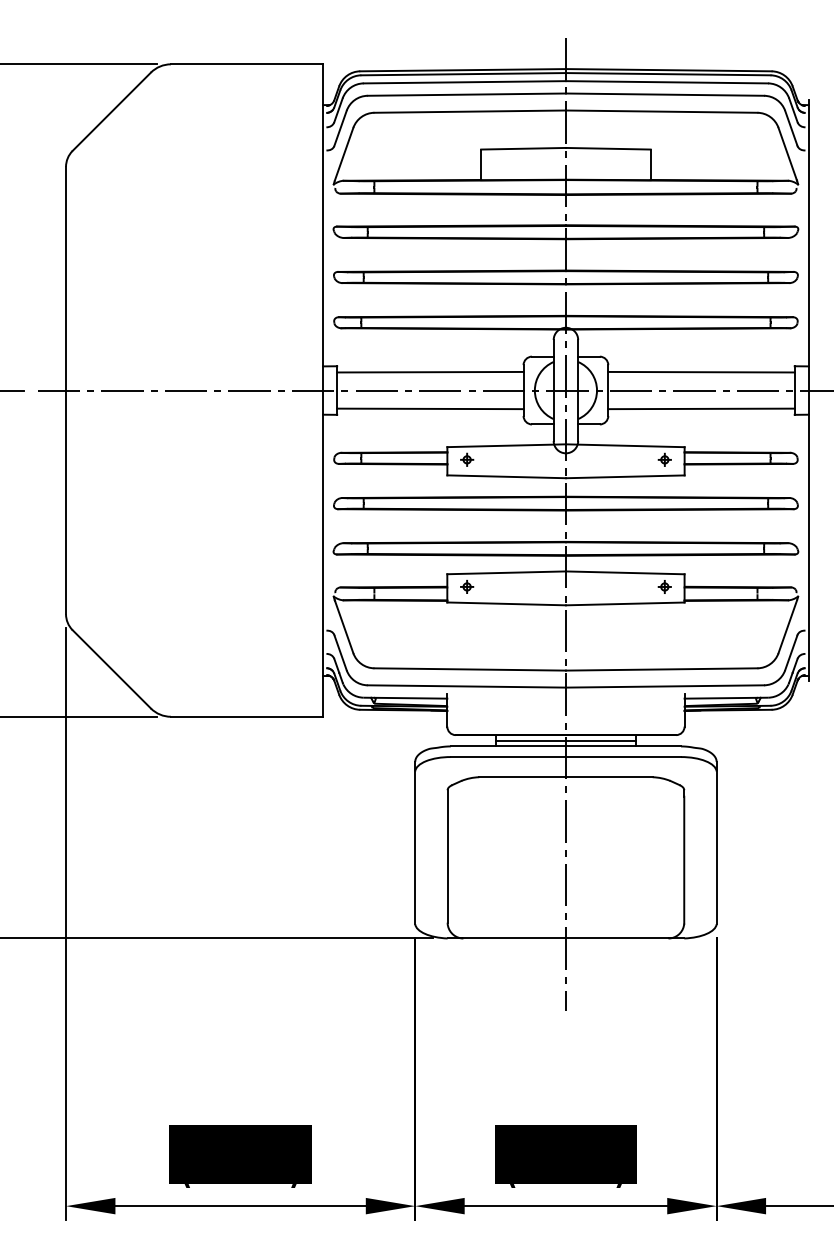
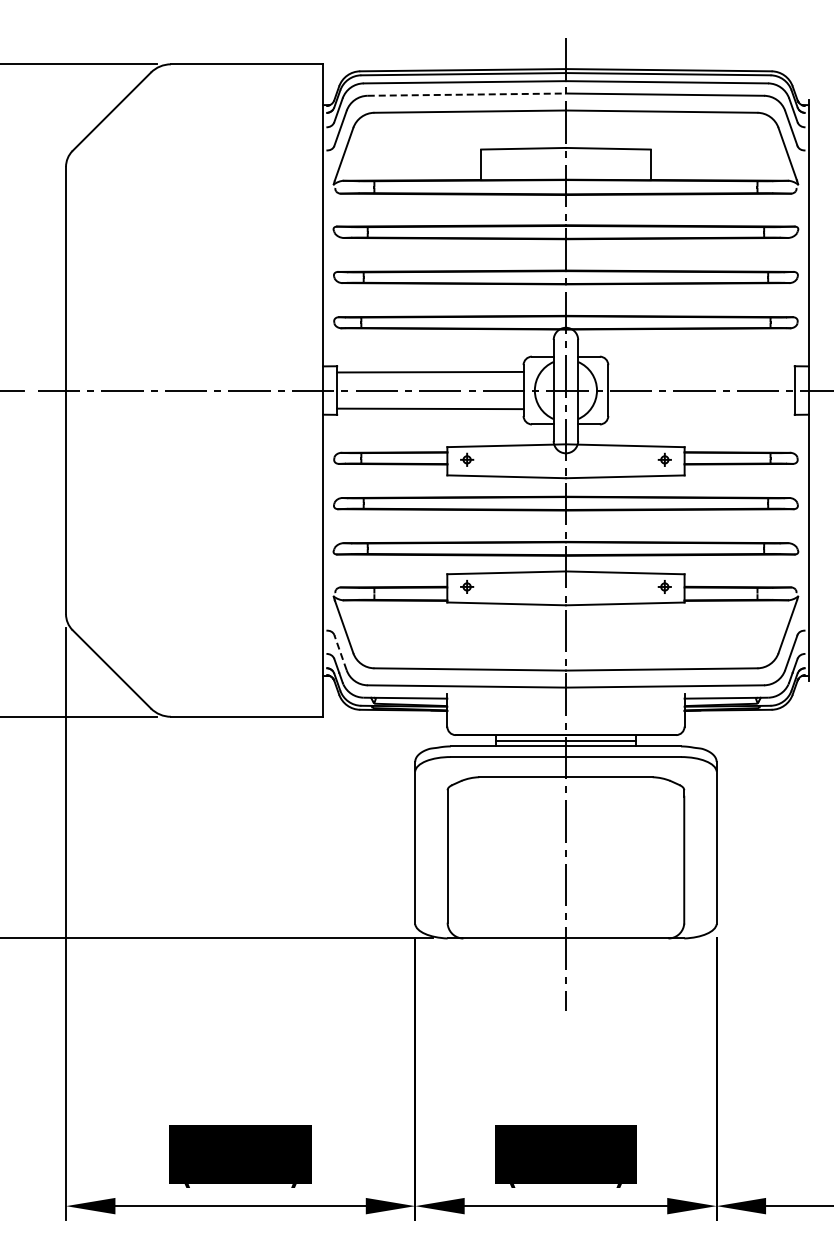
line at (467, 94): solid -> dashed
line at (701, 371): present -> none
line at (701, 408): present -> none
line at (340, 652): solid -> dashed
